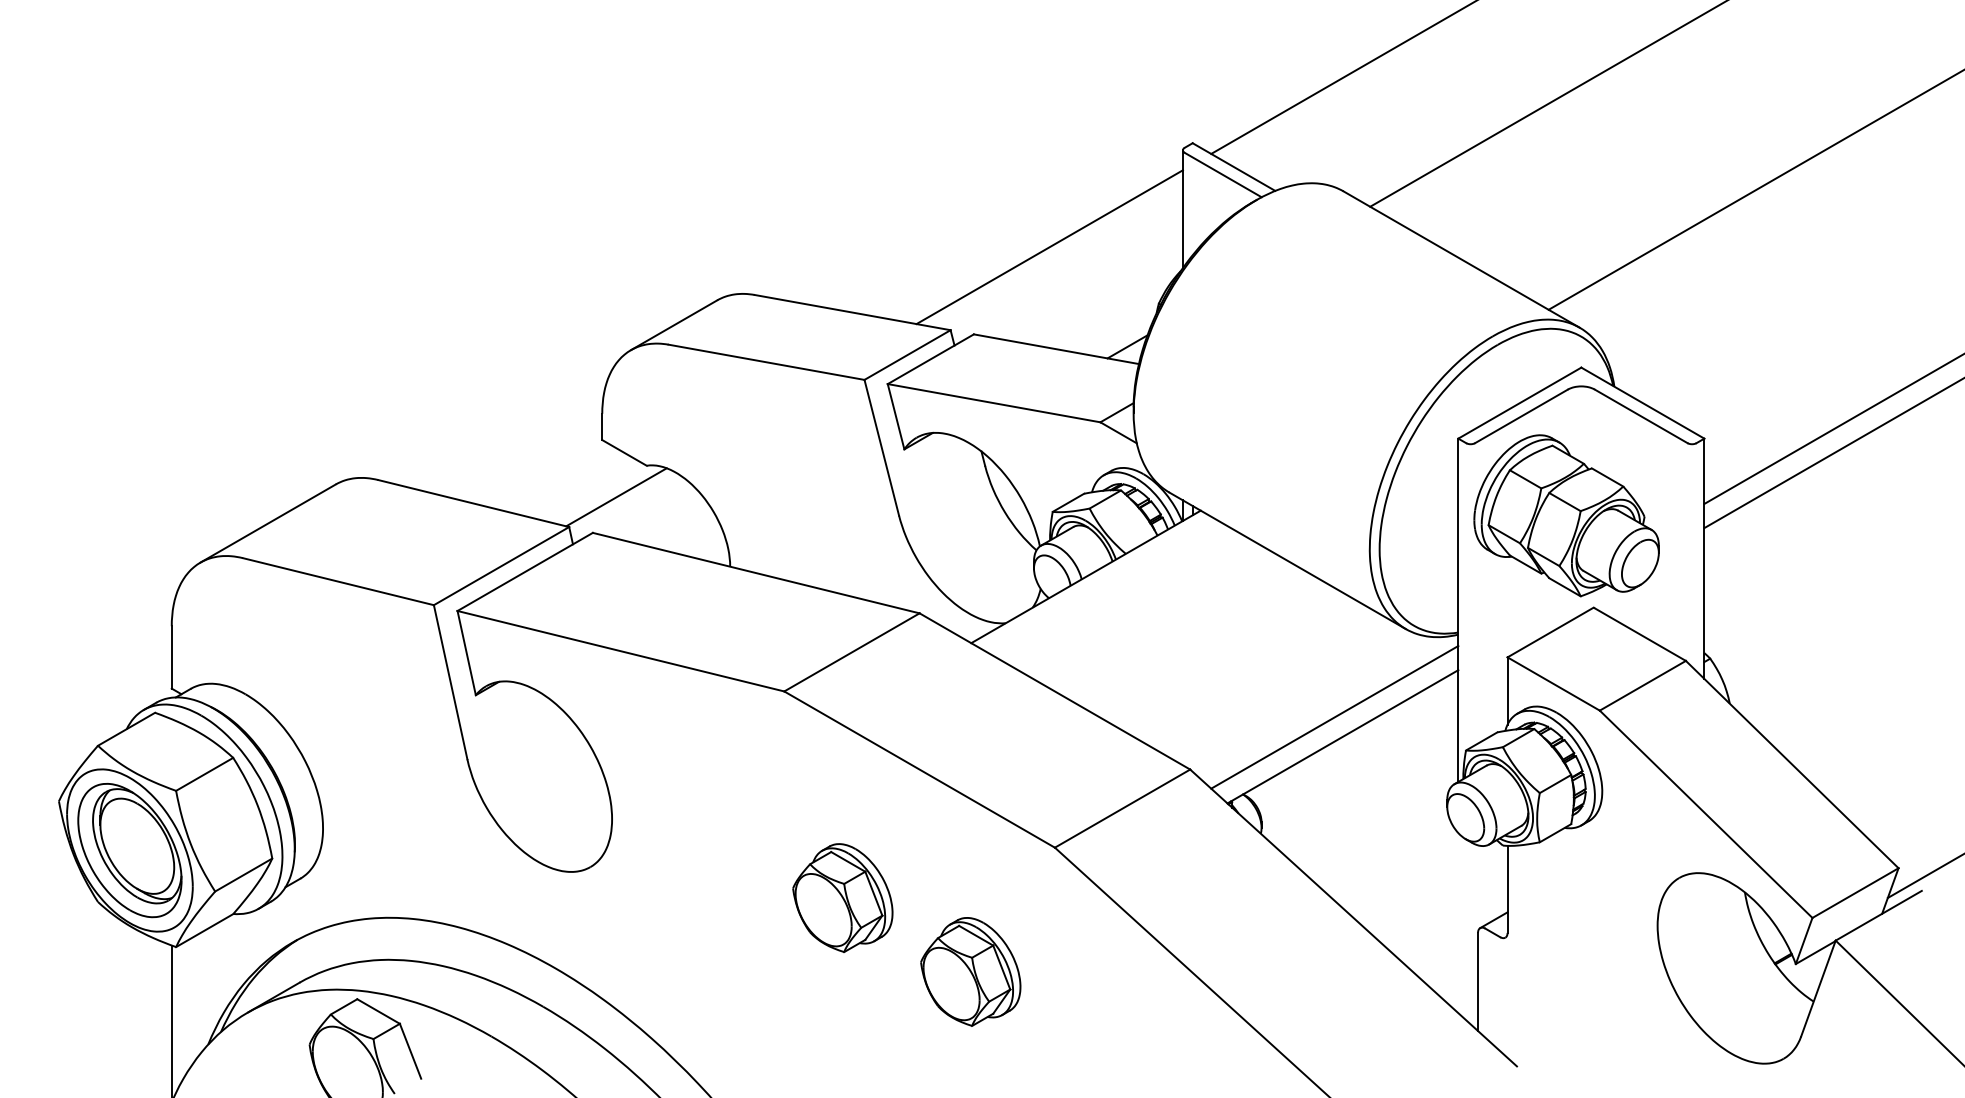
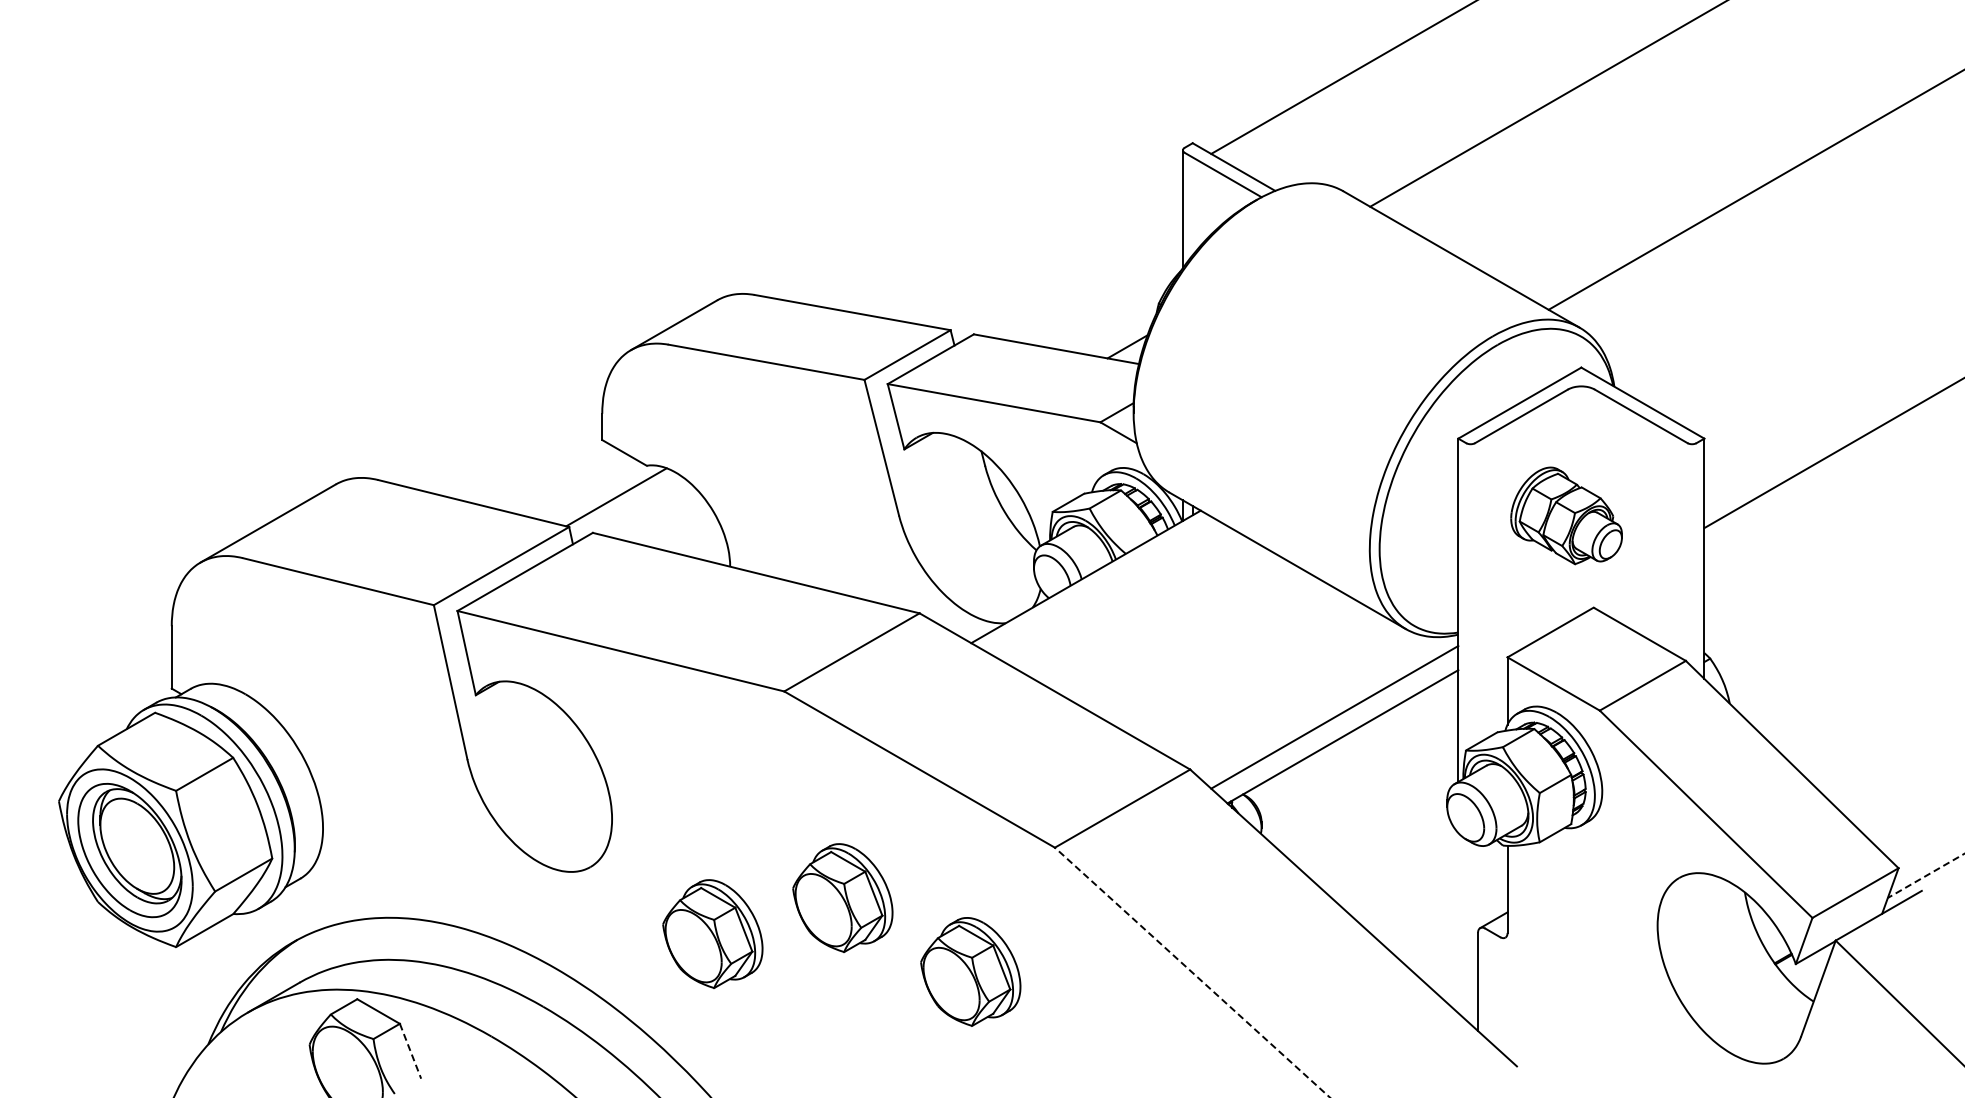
line at (1049, 247): present -> none
line at (1832, 429): present -> none
part at (1566, 515) size: 187x164 px -> 113x100 px
line at (1925, 876): solid -> dashed
part at (712, 933): none -> present
line at (1192, 972): solid -> dashed
line at (171, 1019): present -> none
line at (410, 1051): solid -> dashed
